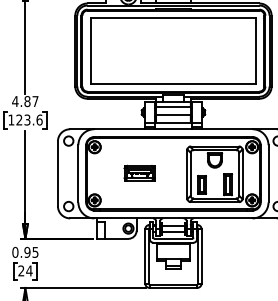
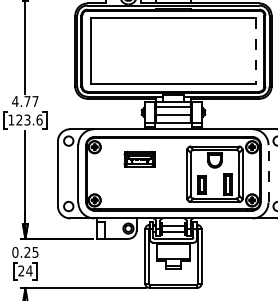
line at (255, 51): solid -> dashed
text at (27, 101): 4.87 -> 4.77
part at (139, 172) position: (139, 172) -> (139, 158)
line at (268, 173): solid -> dashed
text at (27, 252): 0.95 -> 0.25
